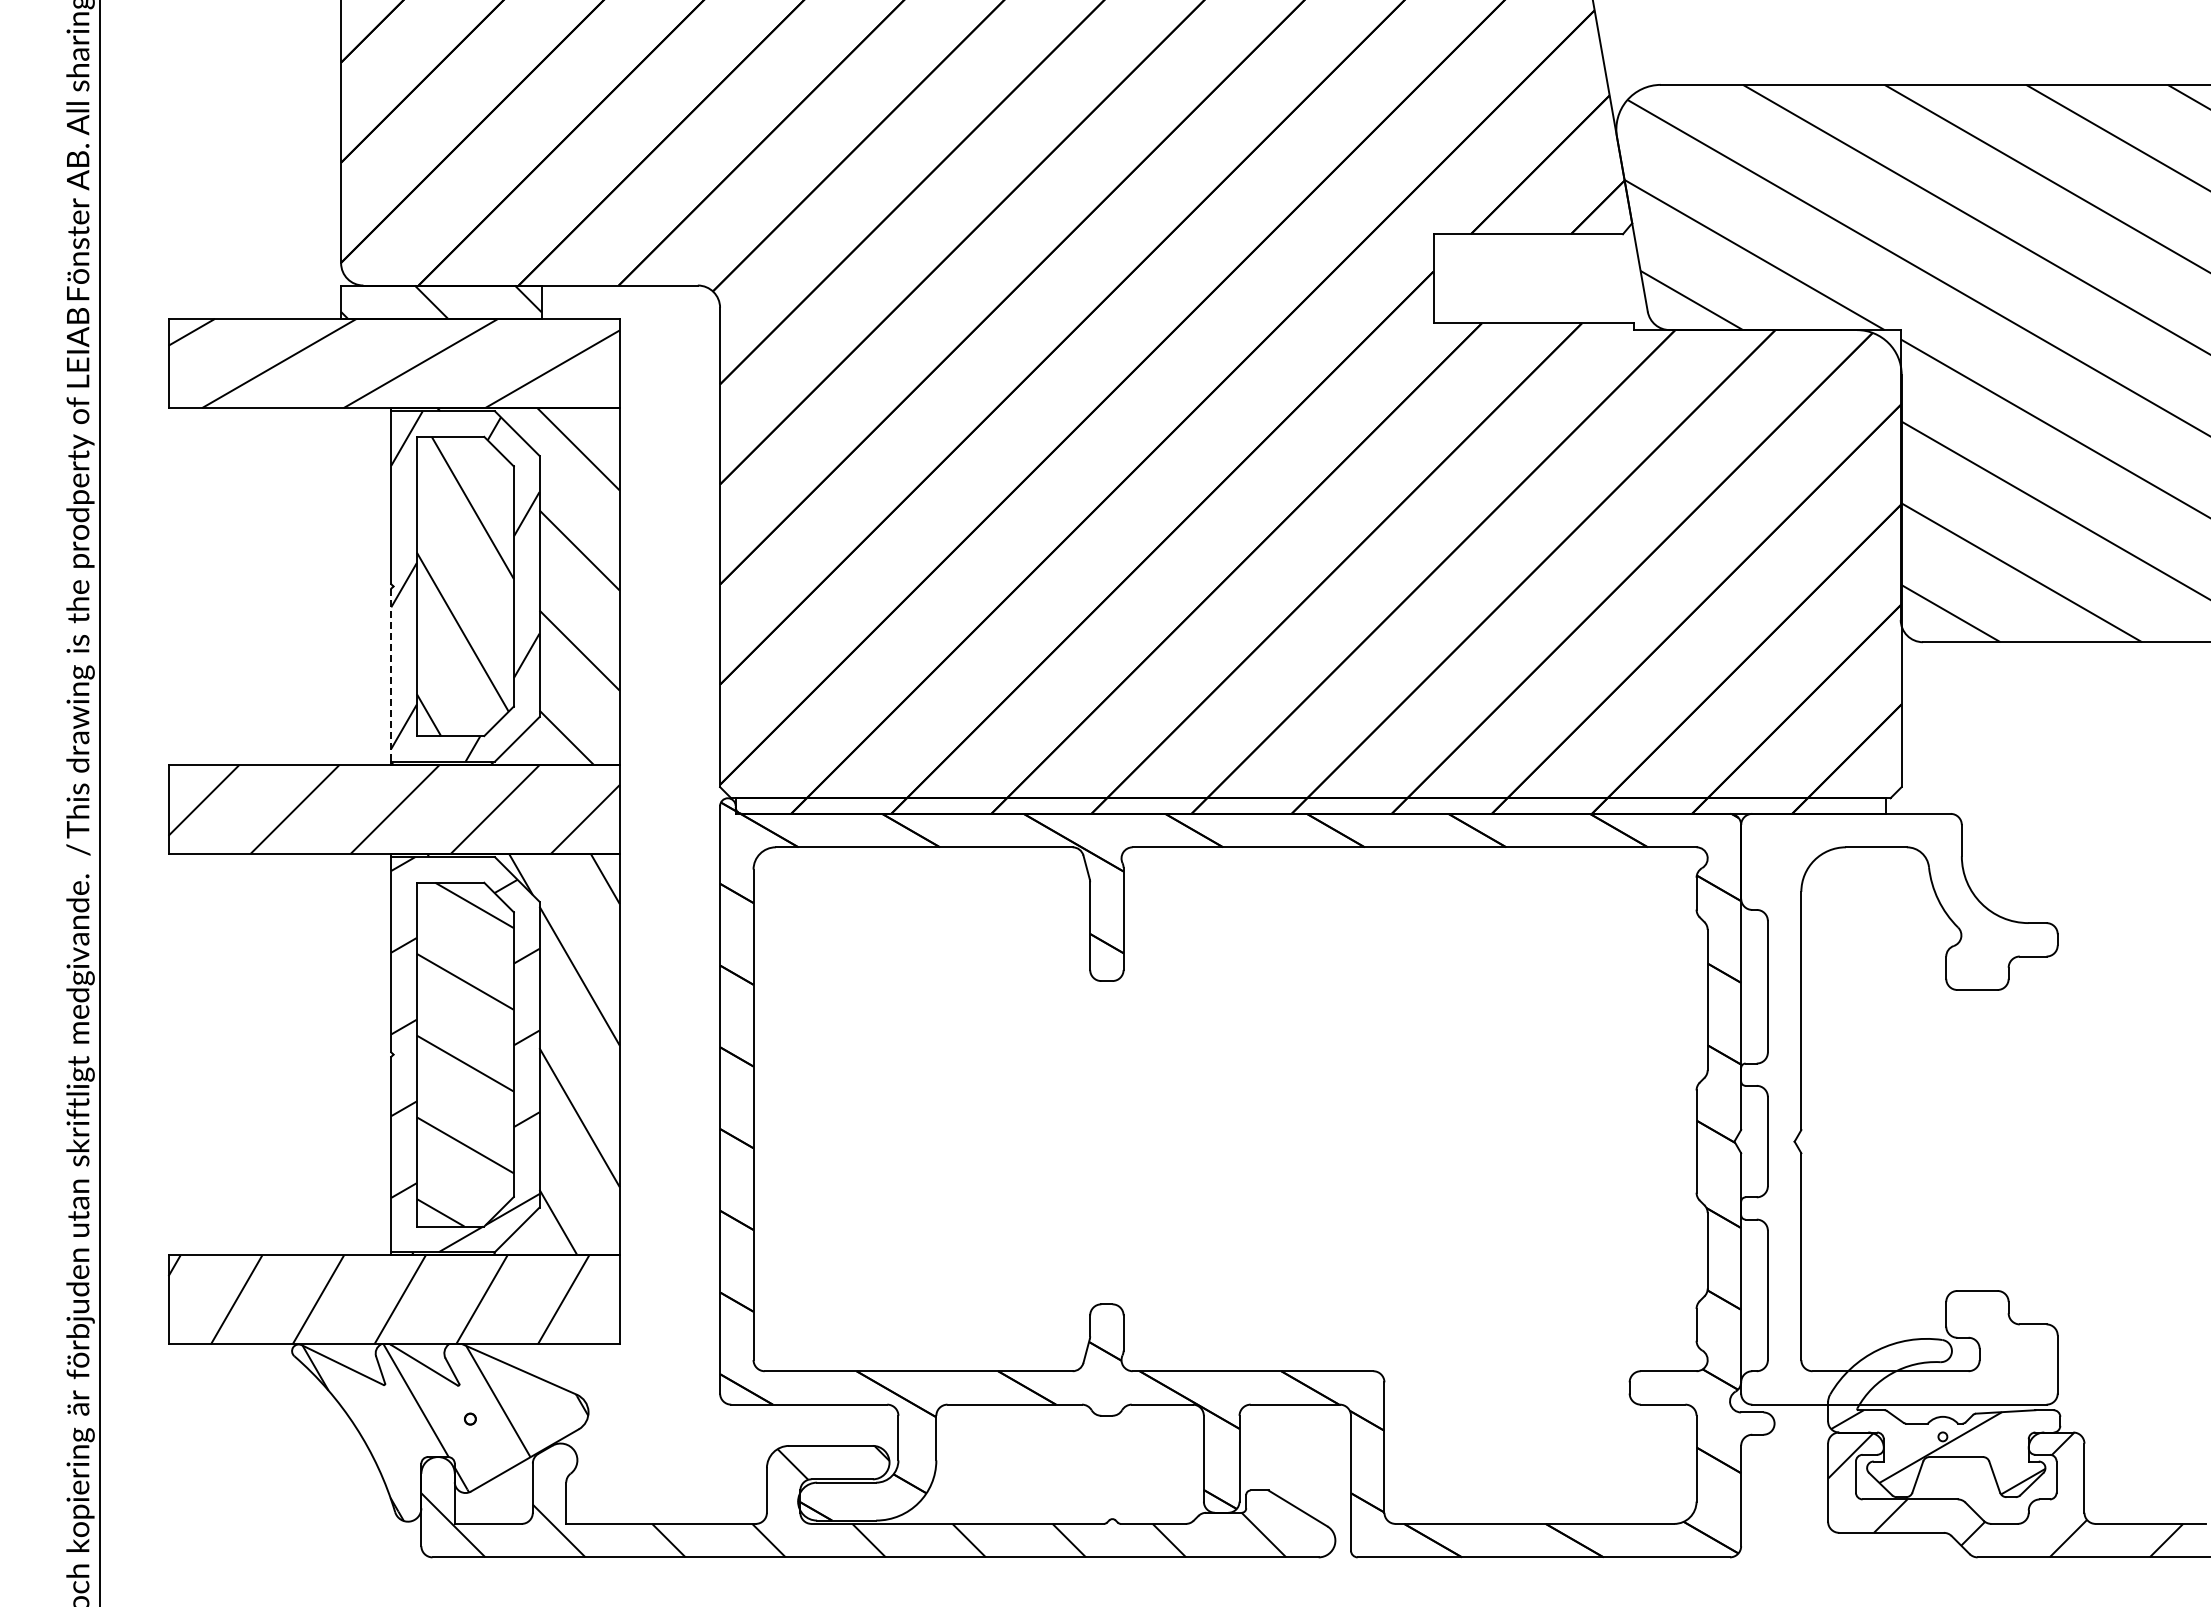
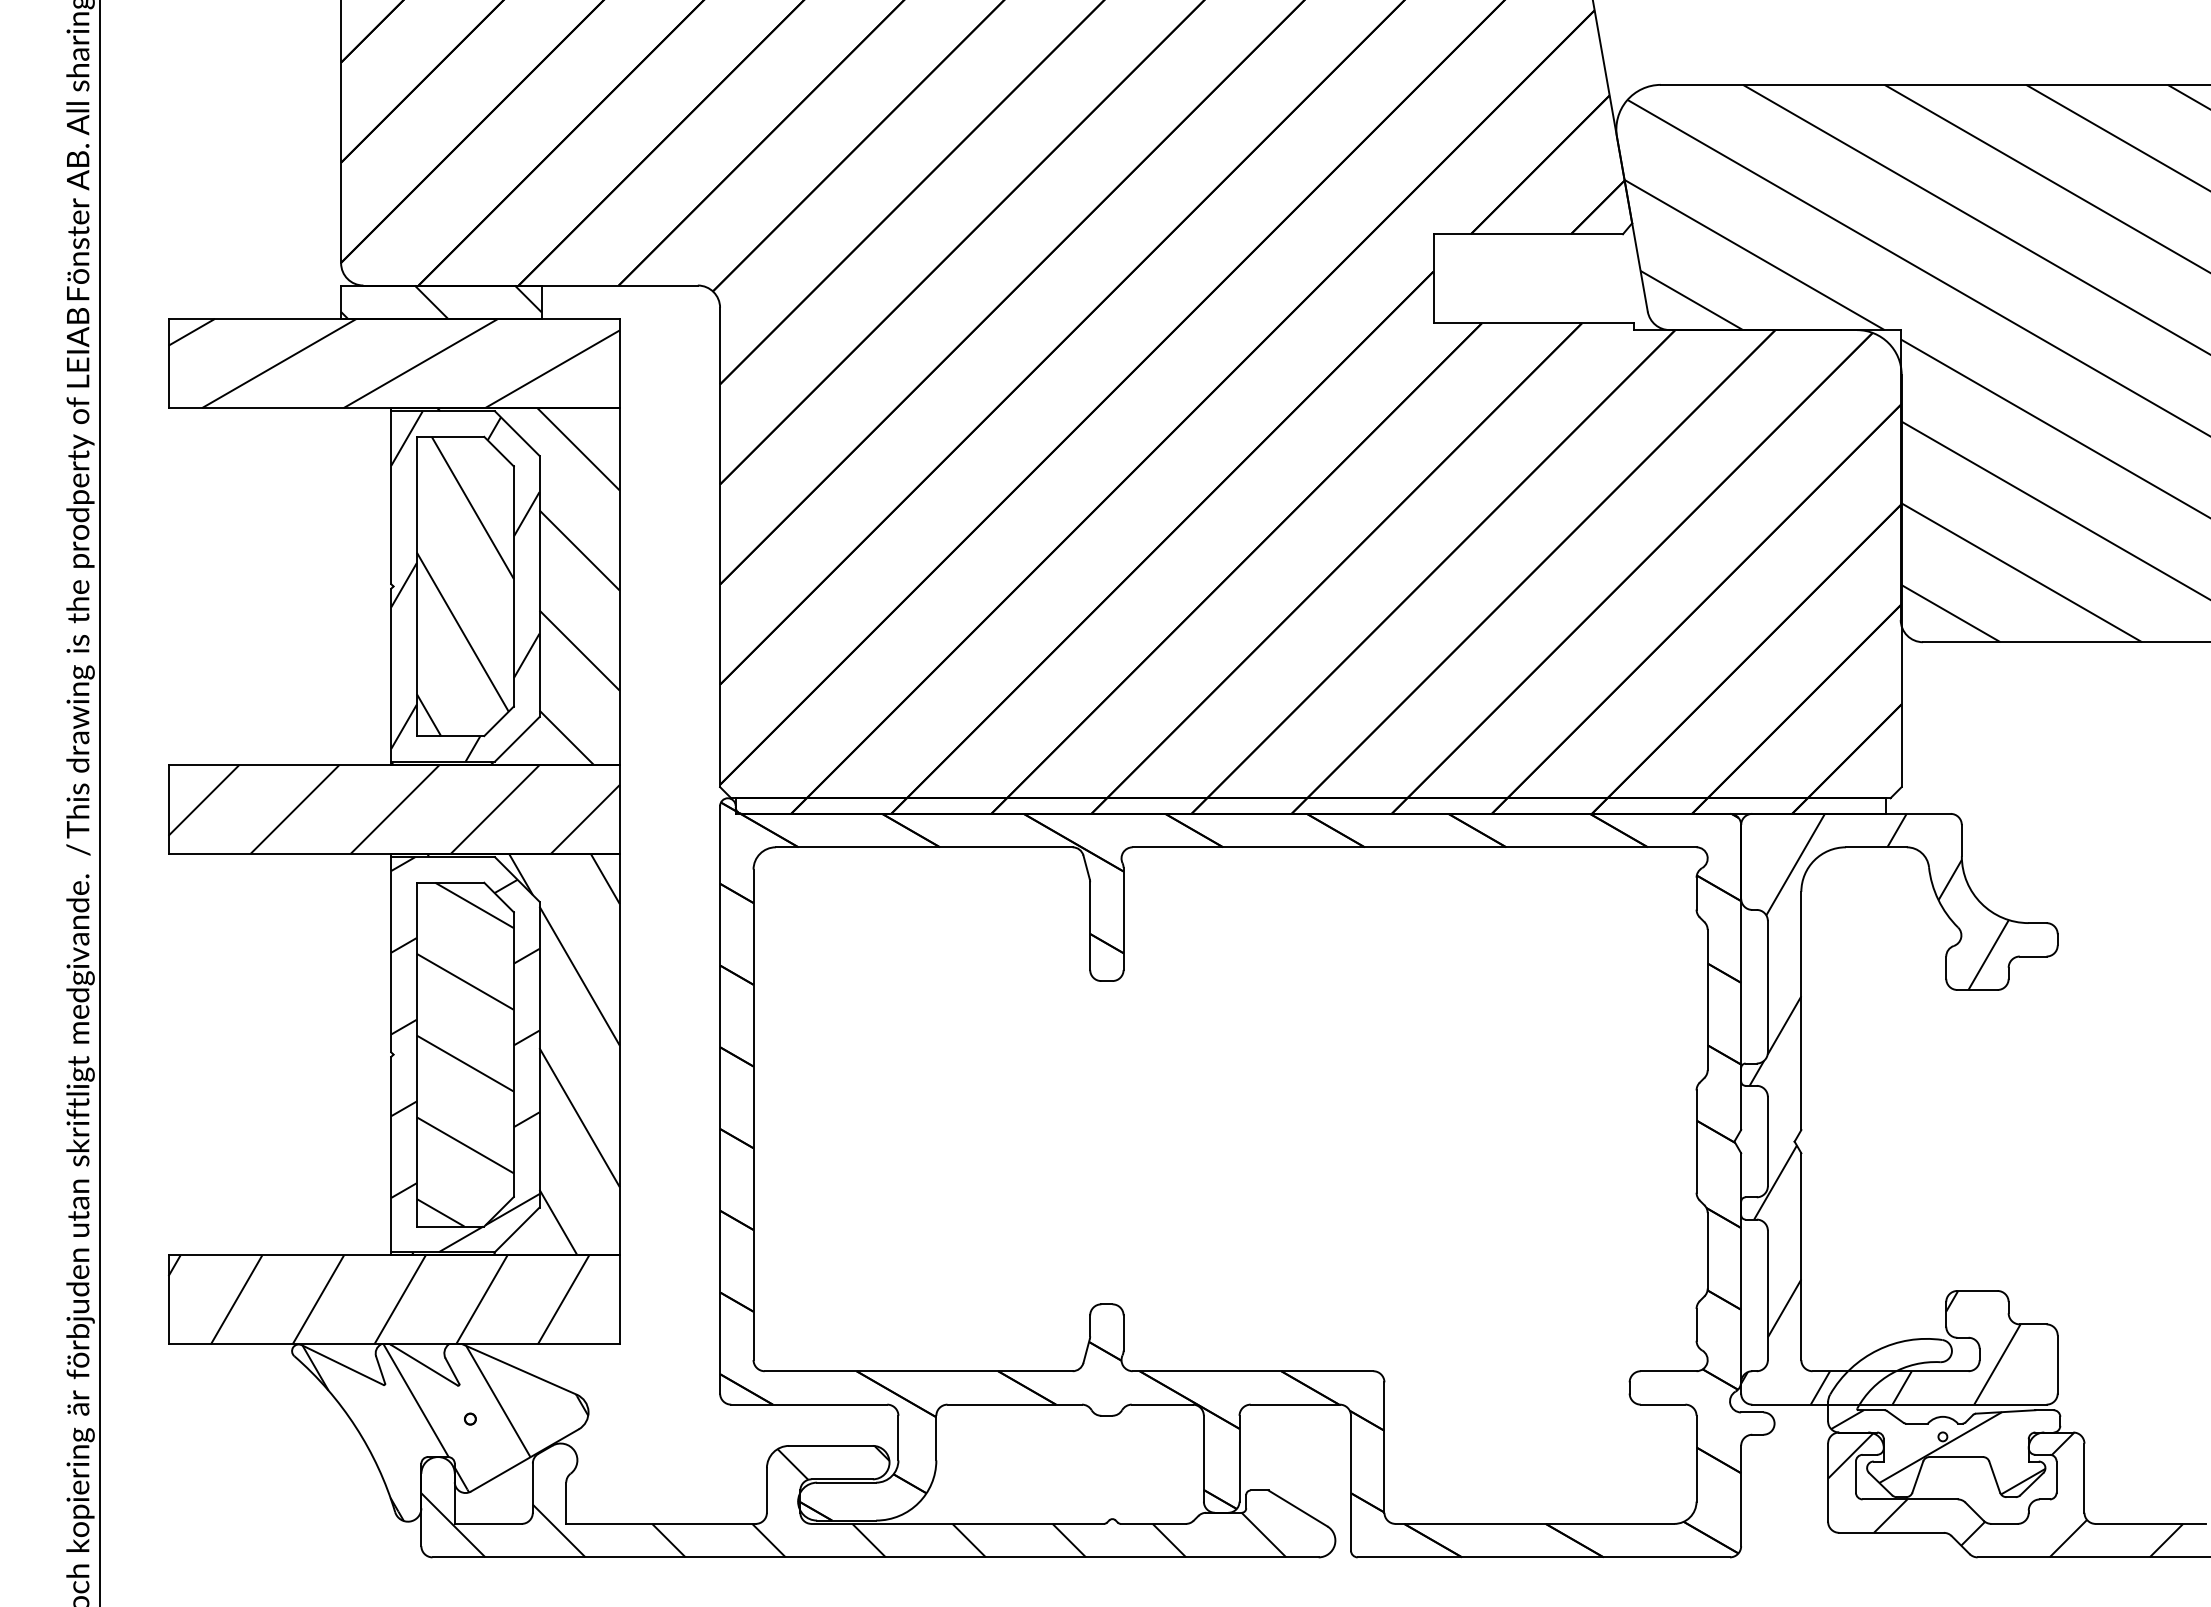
line at (391, 675): dashed -> solid
hatch at (1880, 1108): none -> present
